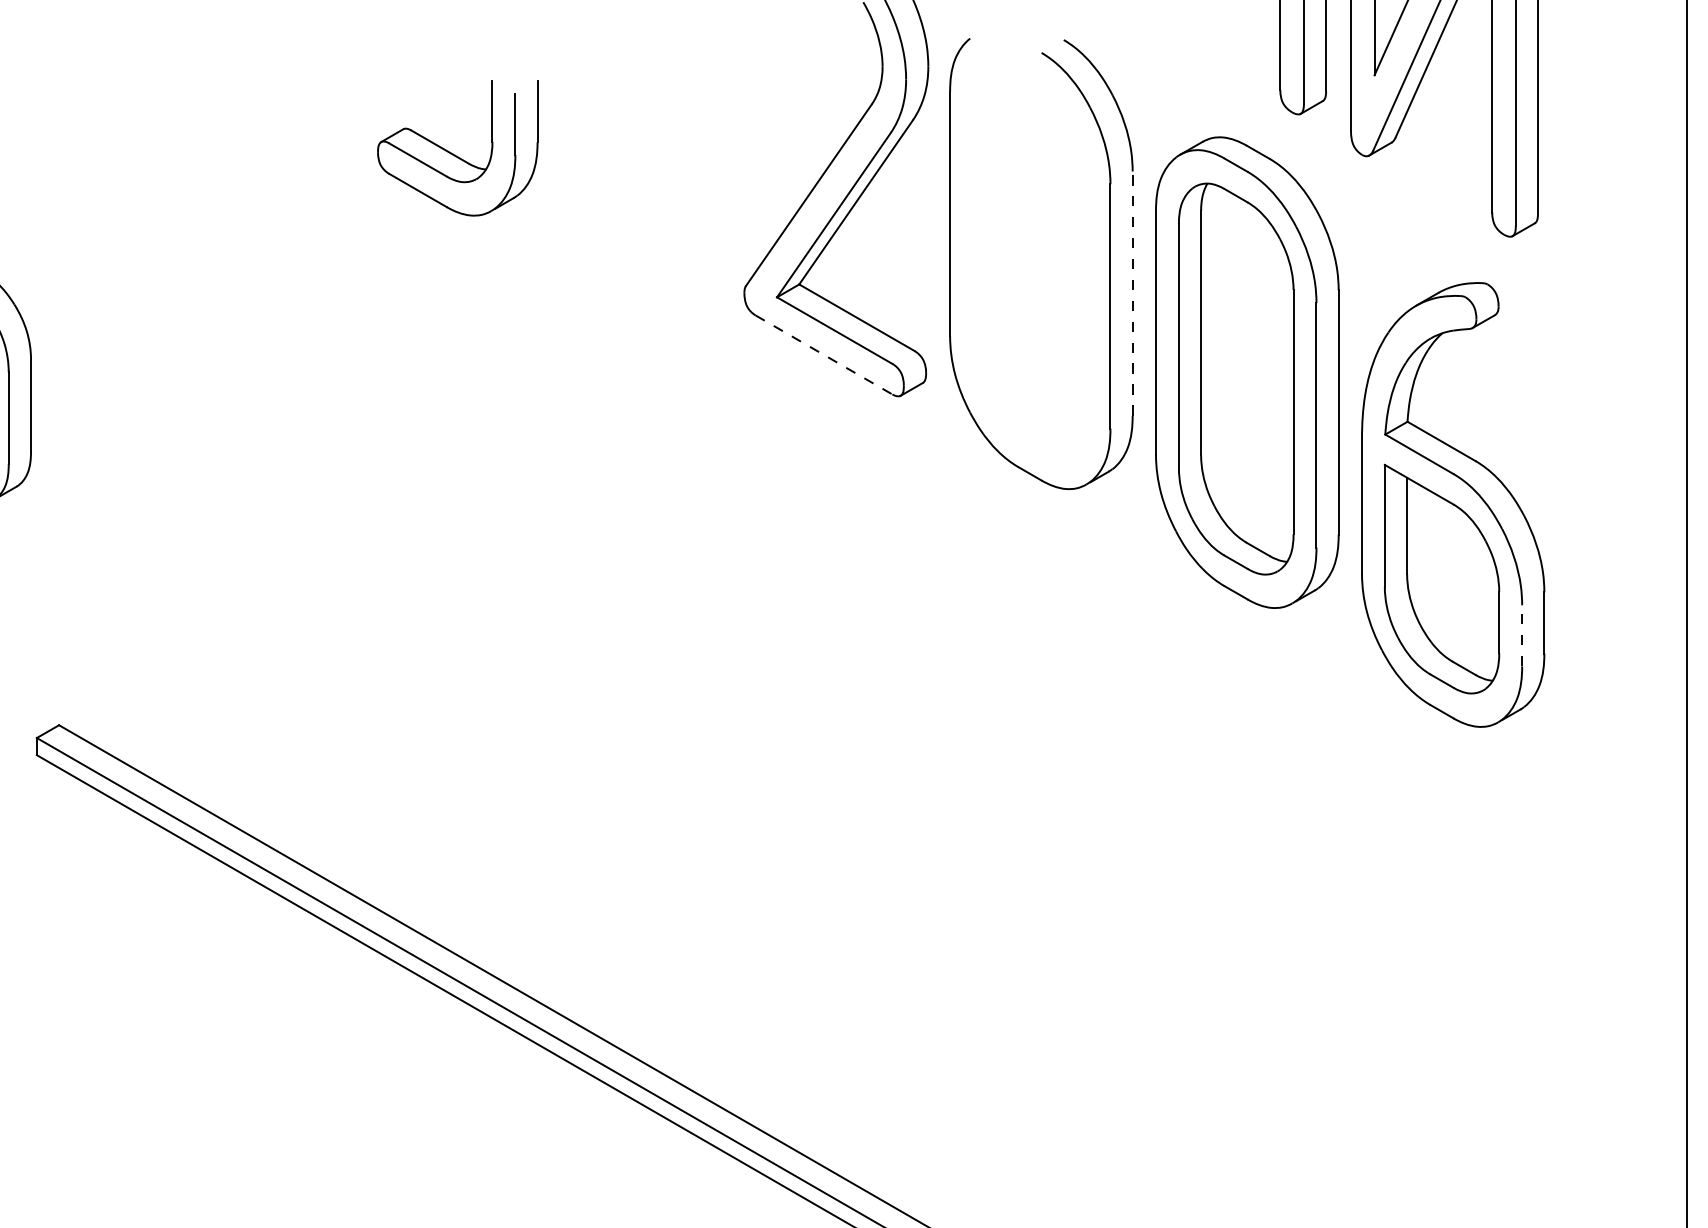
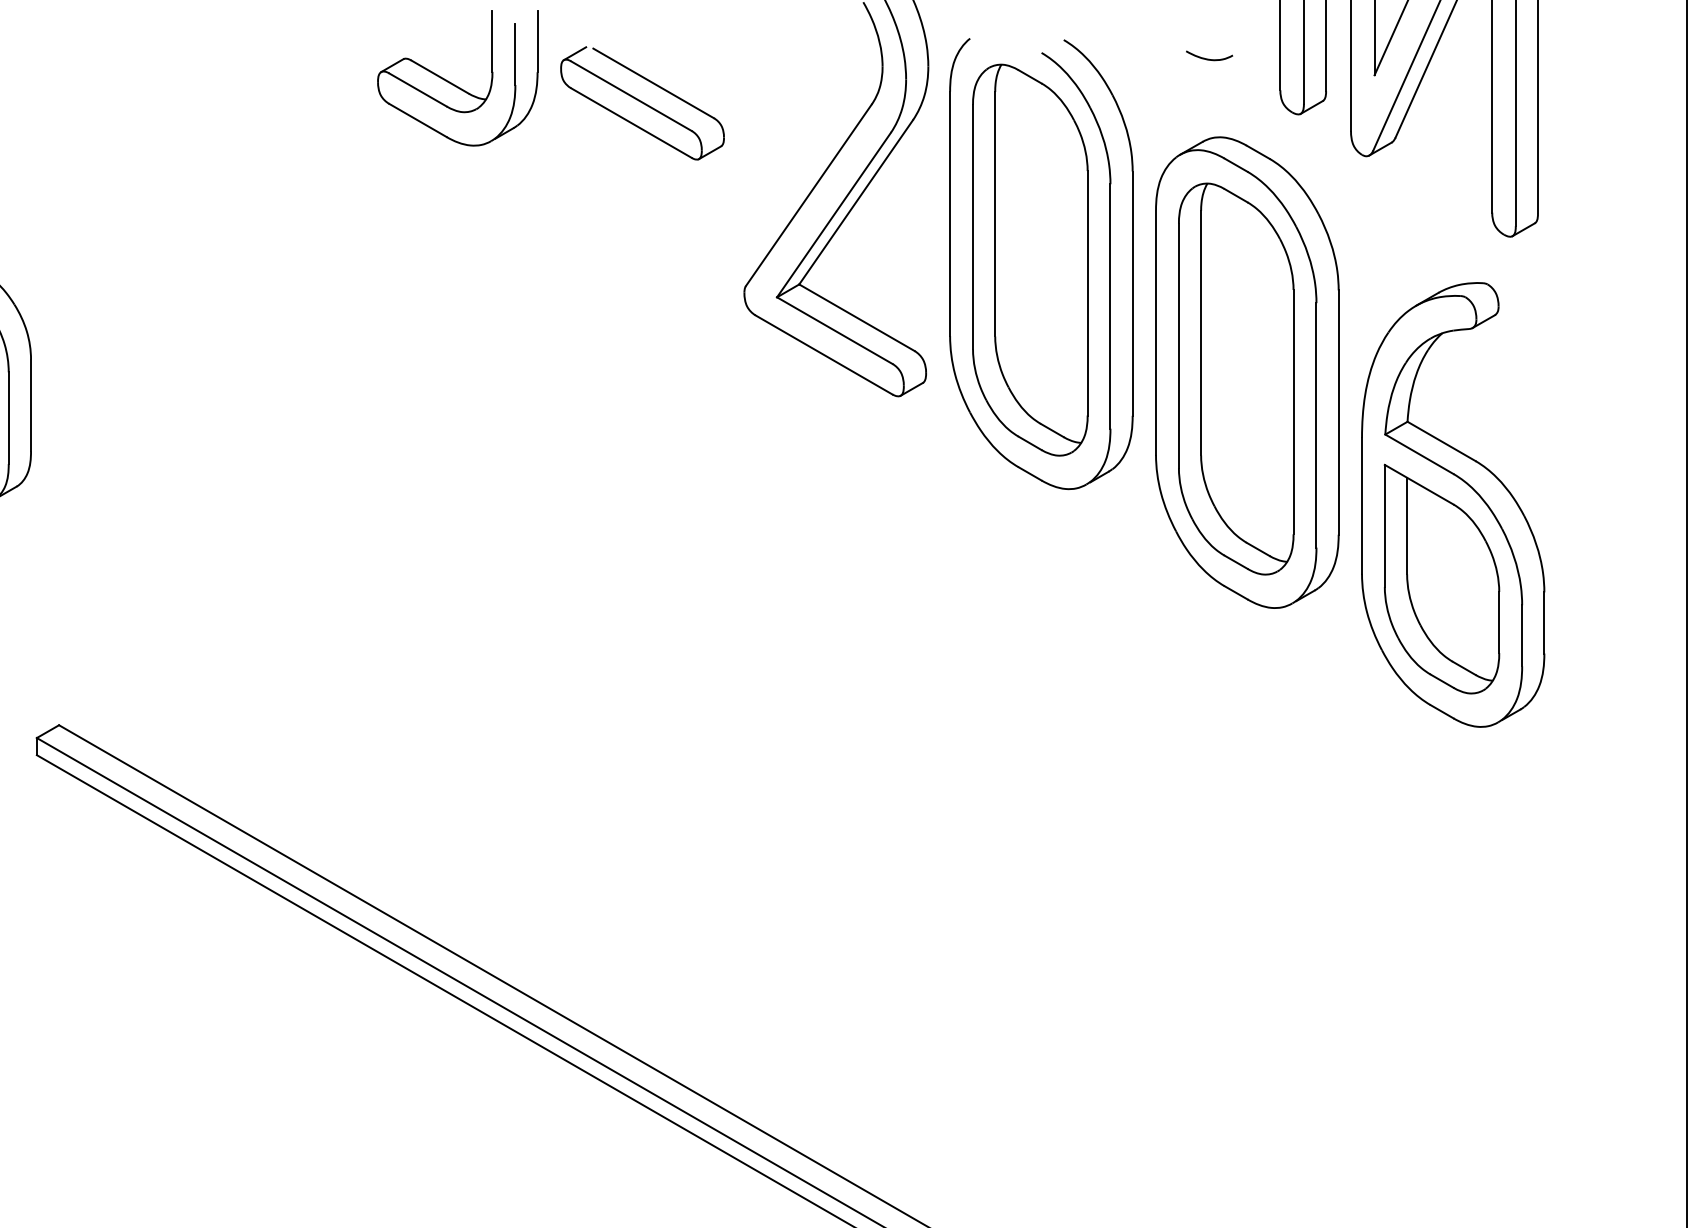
curve at (1209, 58): none -> present
part at (642, 103): none -> present
part at (455, 154) position: (455, 154) -> (455, 84)
part at (1030, 259): none -> present
line at (1132, 293): dashed -> solid
line at (824, 354): dashed -> solid
line at (1522, 635): dashed -> solid
